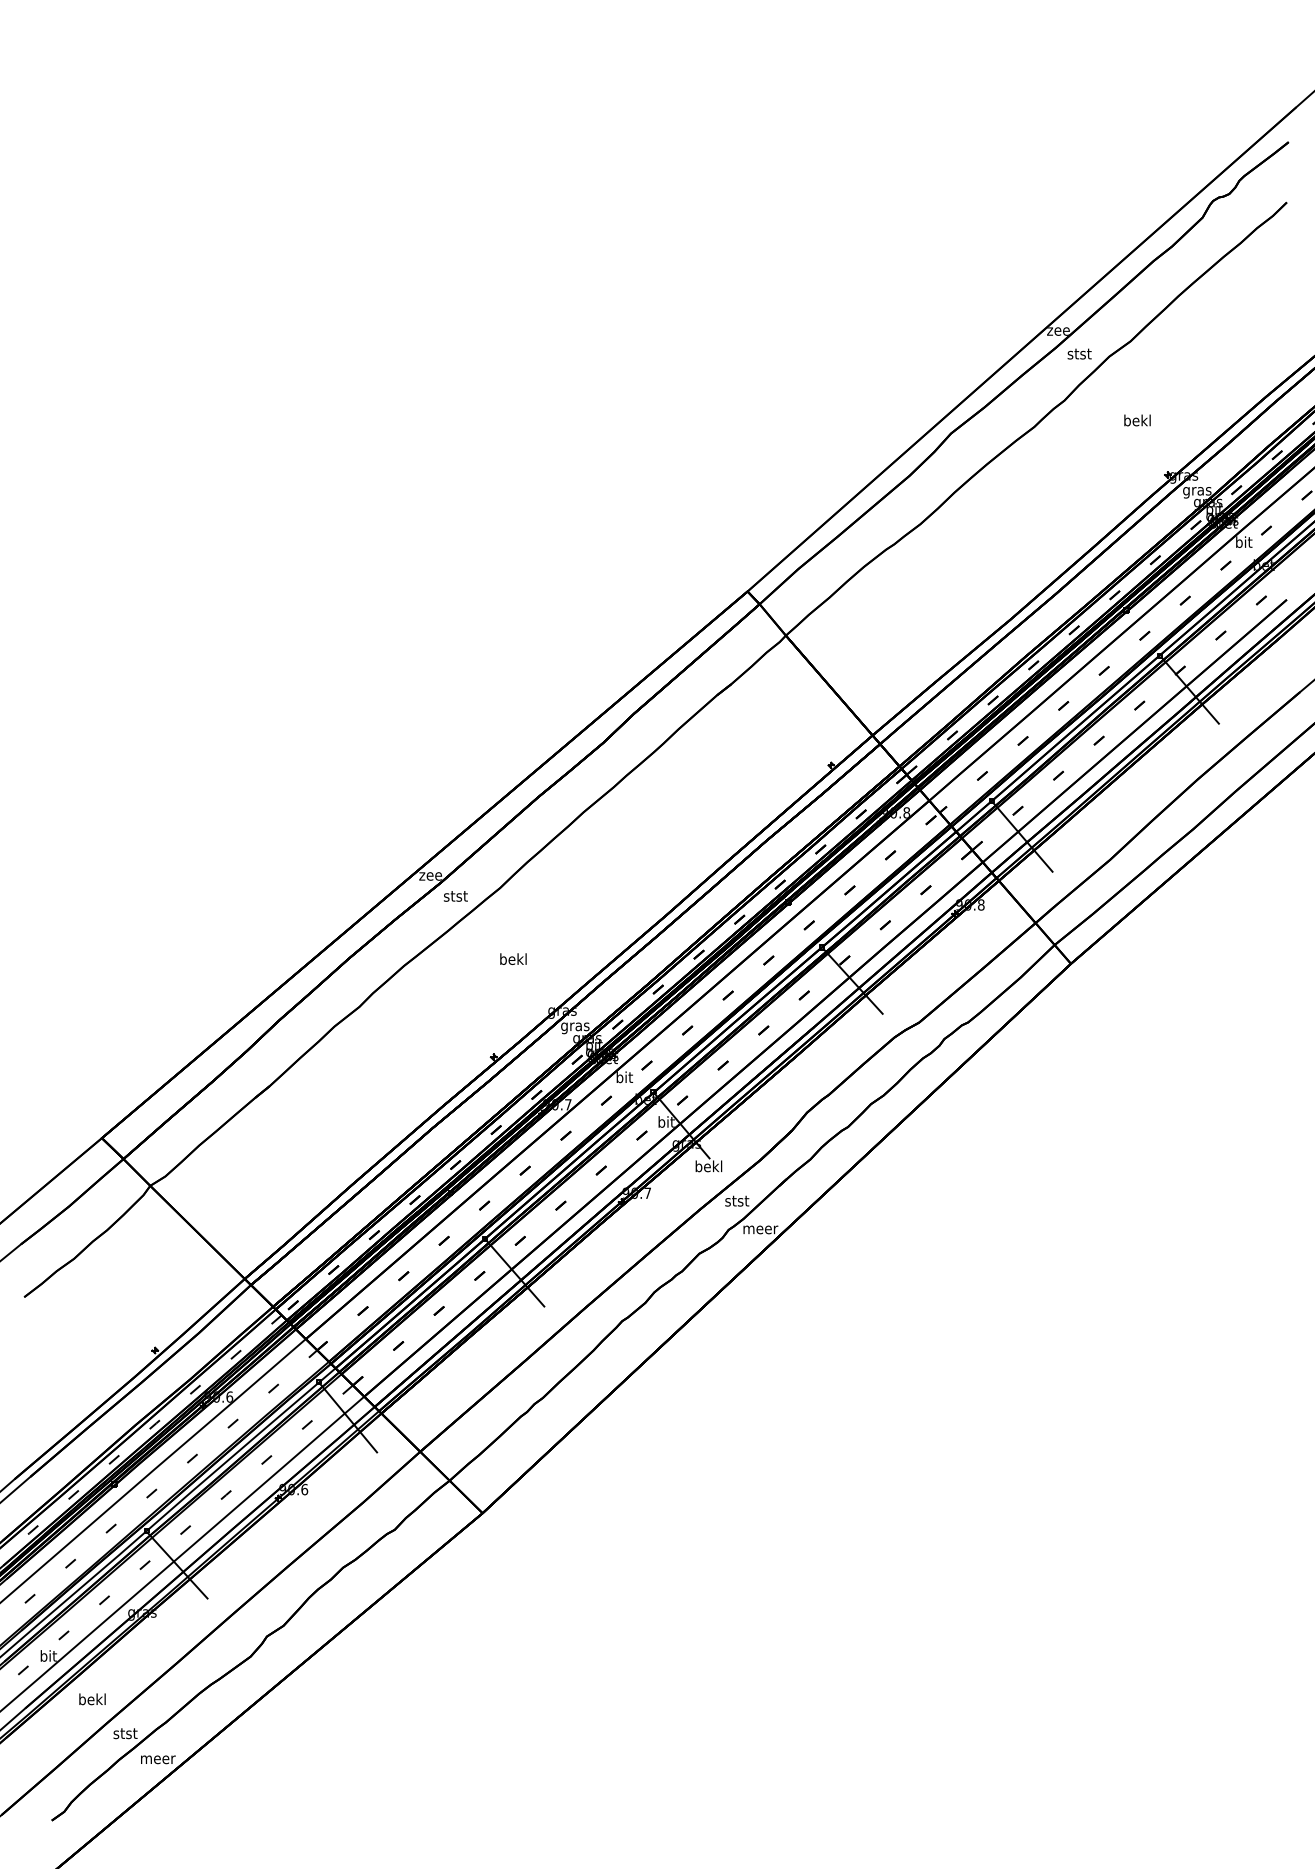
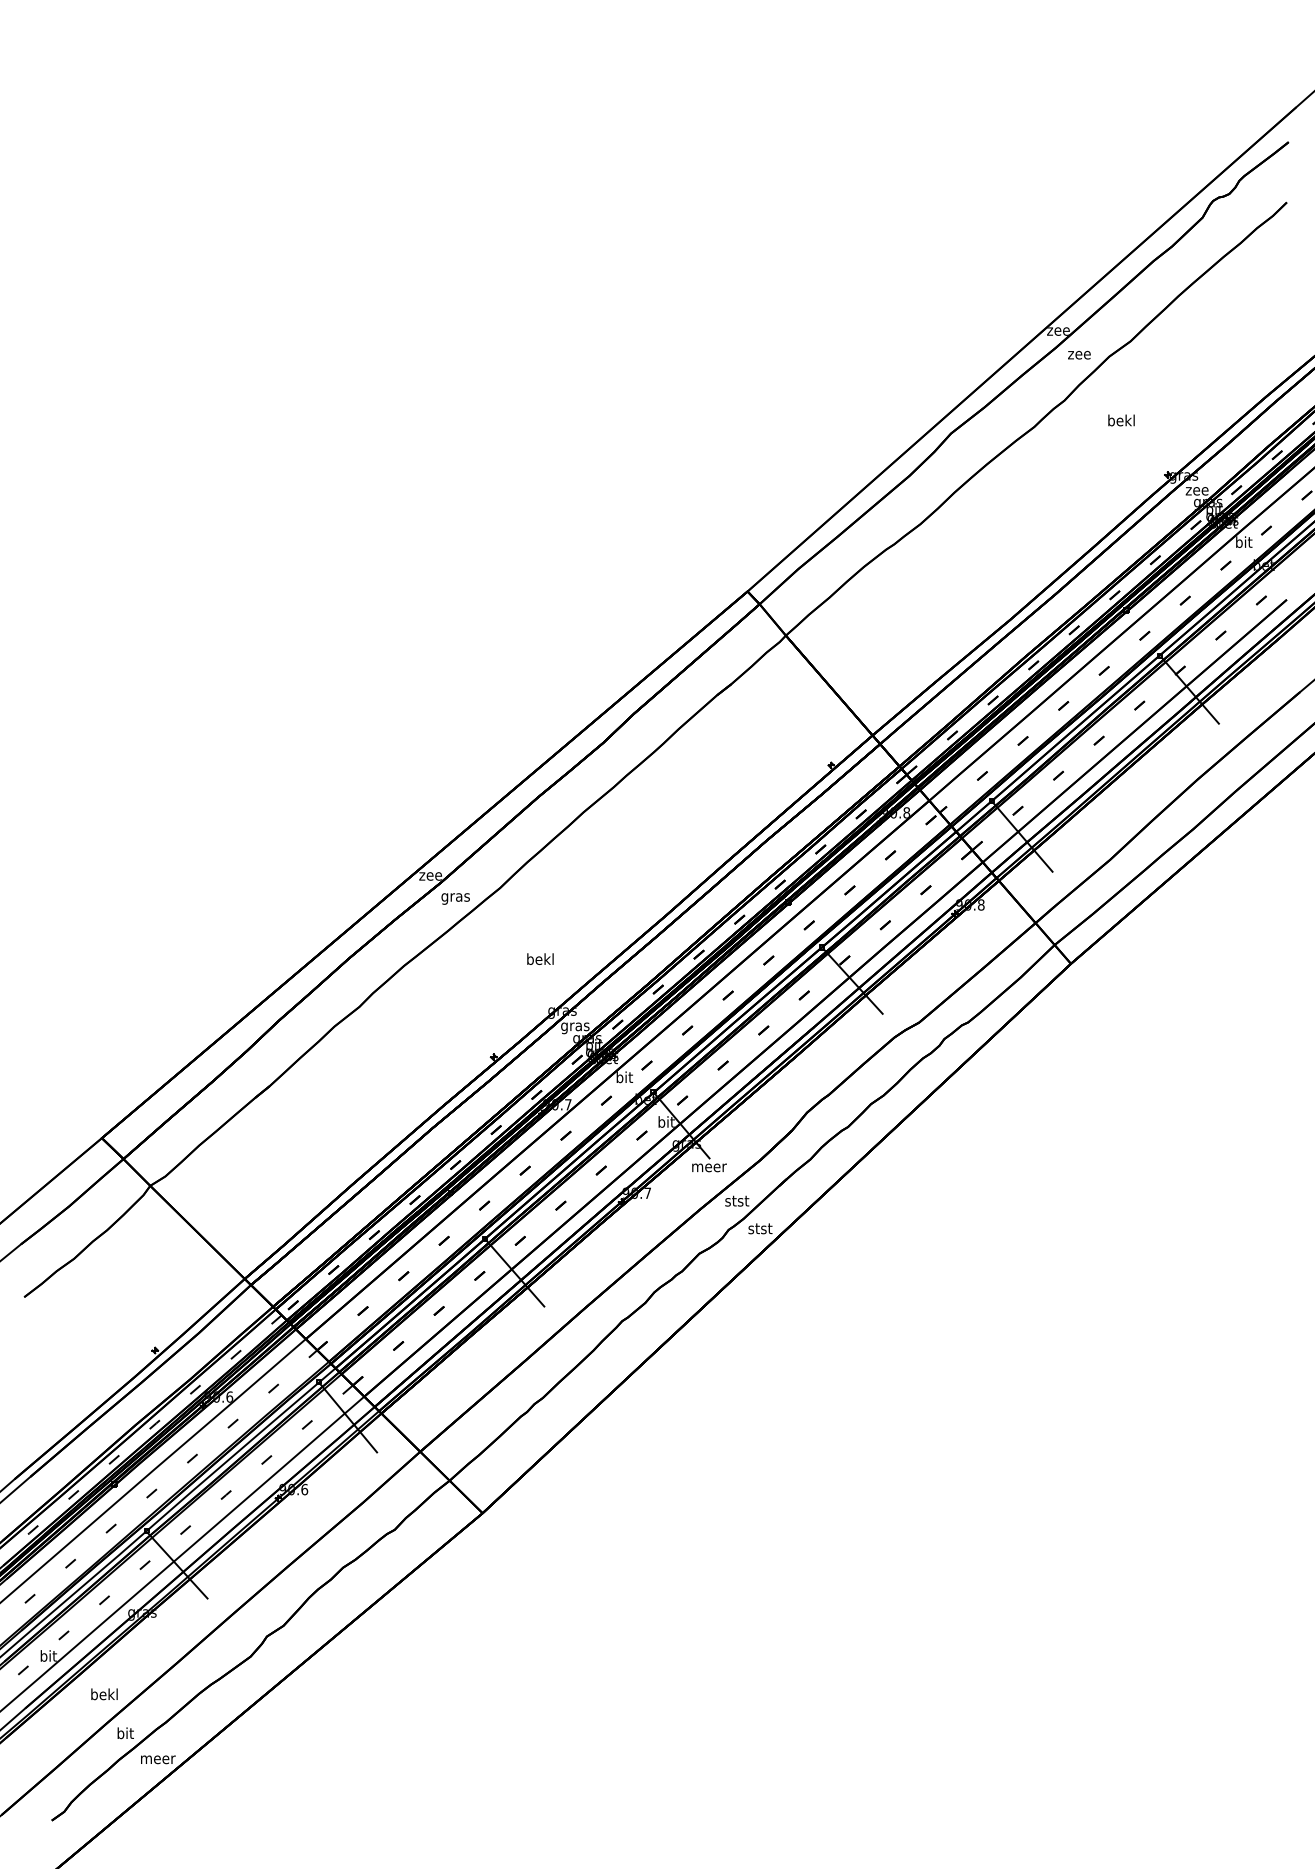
text at (1079, 353): stst -> zee
text at (1137, 420) position: (1137, 420) -> (1121, 420)
text at (1197, 492): gras -> zee
text at (455, 897): stst -> gras
text at (513, 958) position: (513, 958) -> (540, 958)
text at (709, 1166): bekl -> meer
text at (760, 1228): meer -> stst
text at (92, 1699) position: (92, 1699) -> (104, 1694)
text at (125, 1733): stst -> bit
